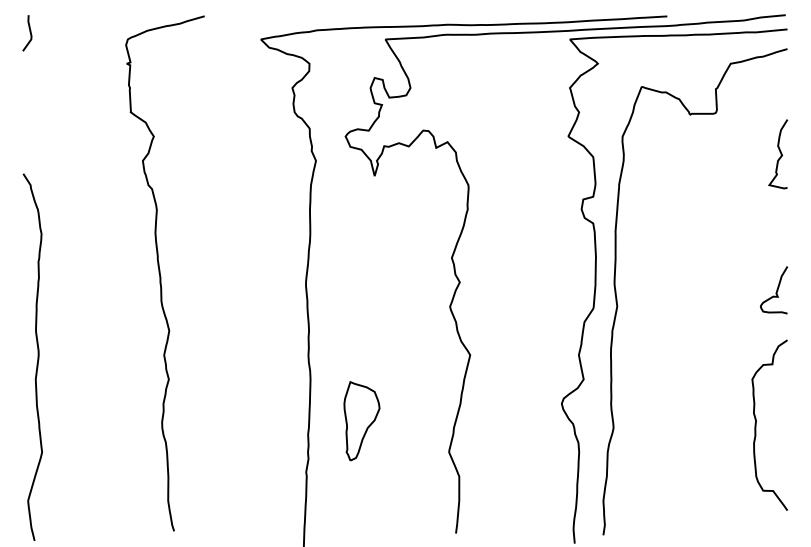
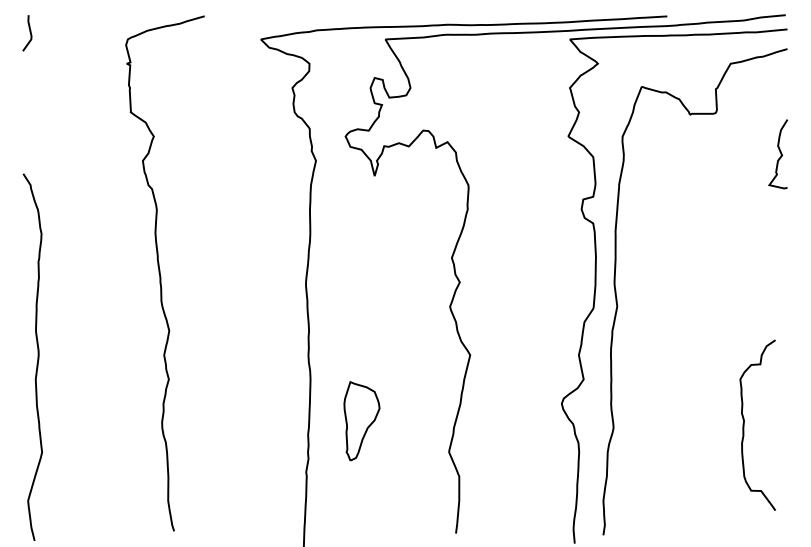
curve at (775, 292): present -> none
curve at (756, 424) position: (756, 424) -> (744, 424)
